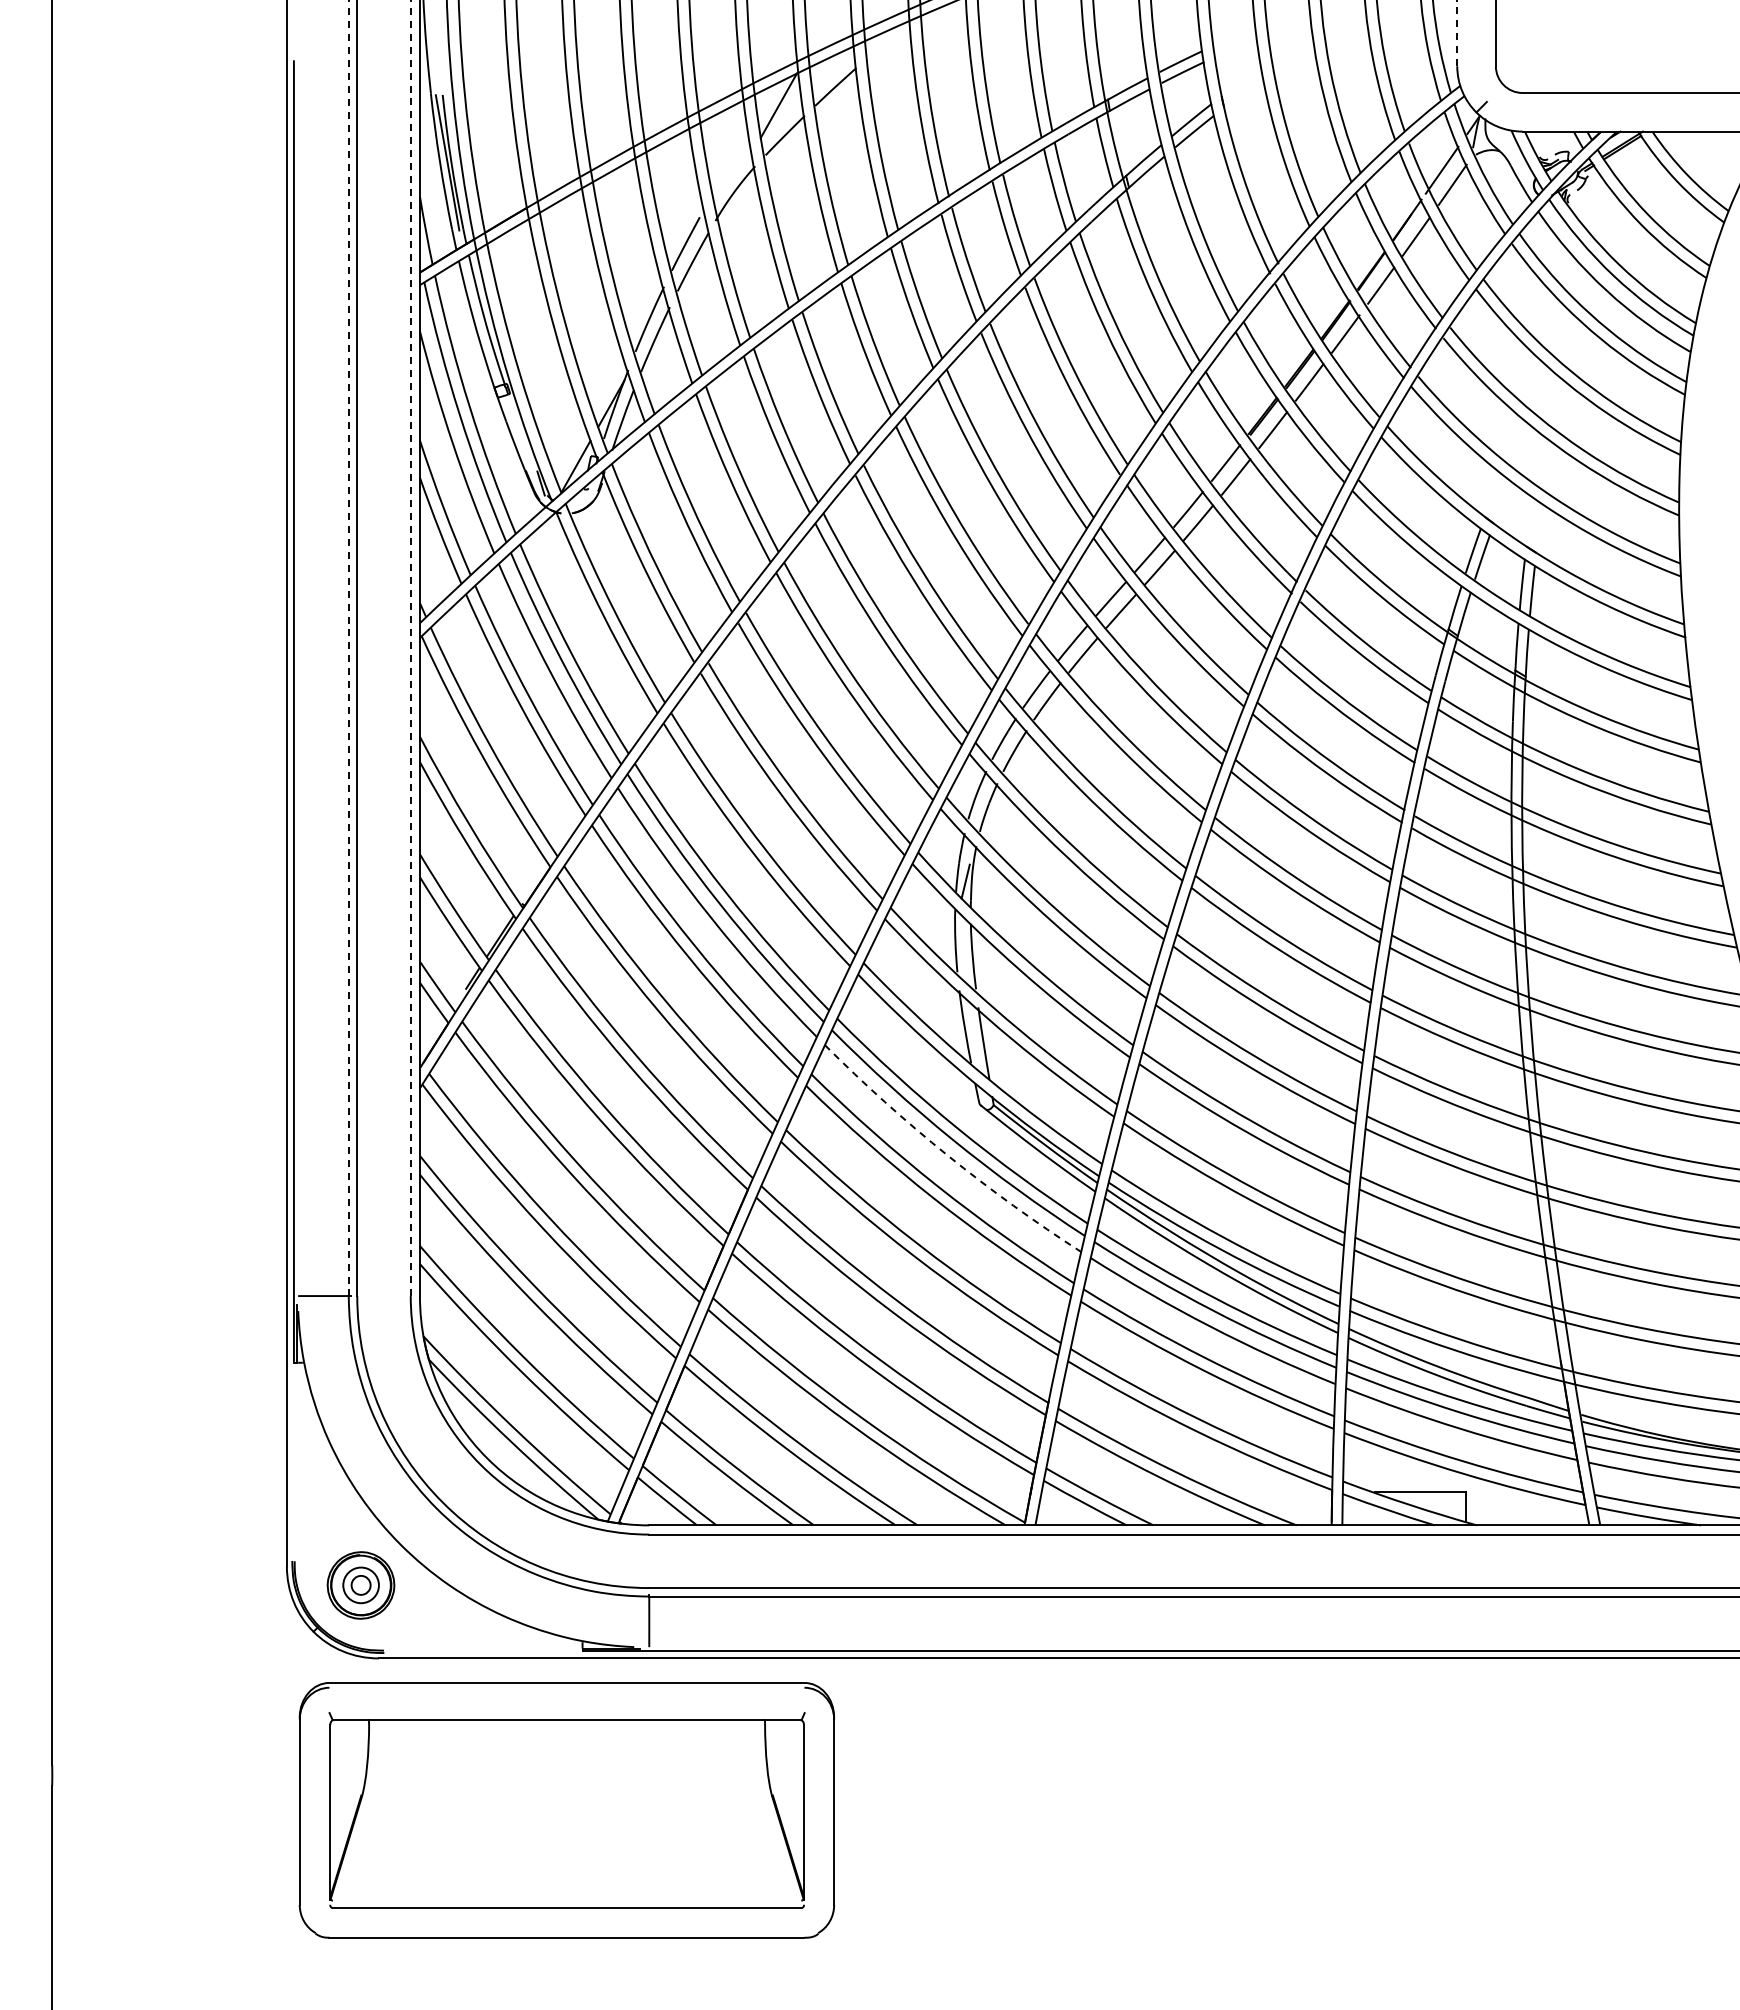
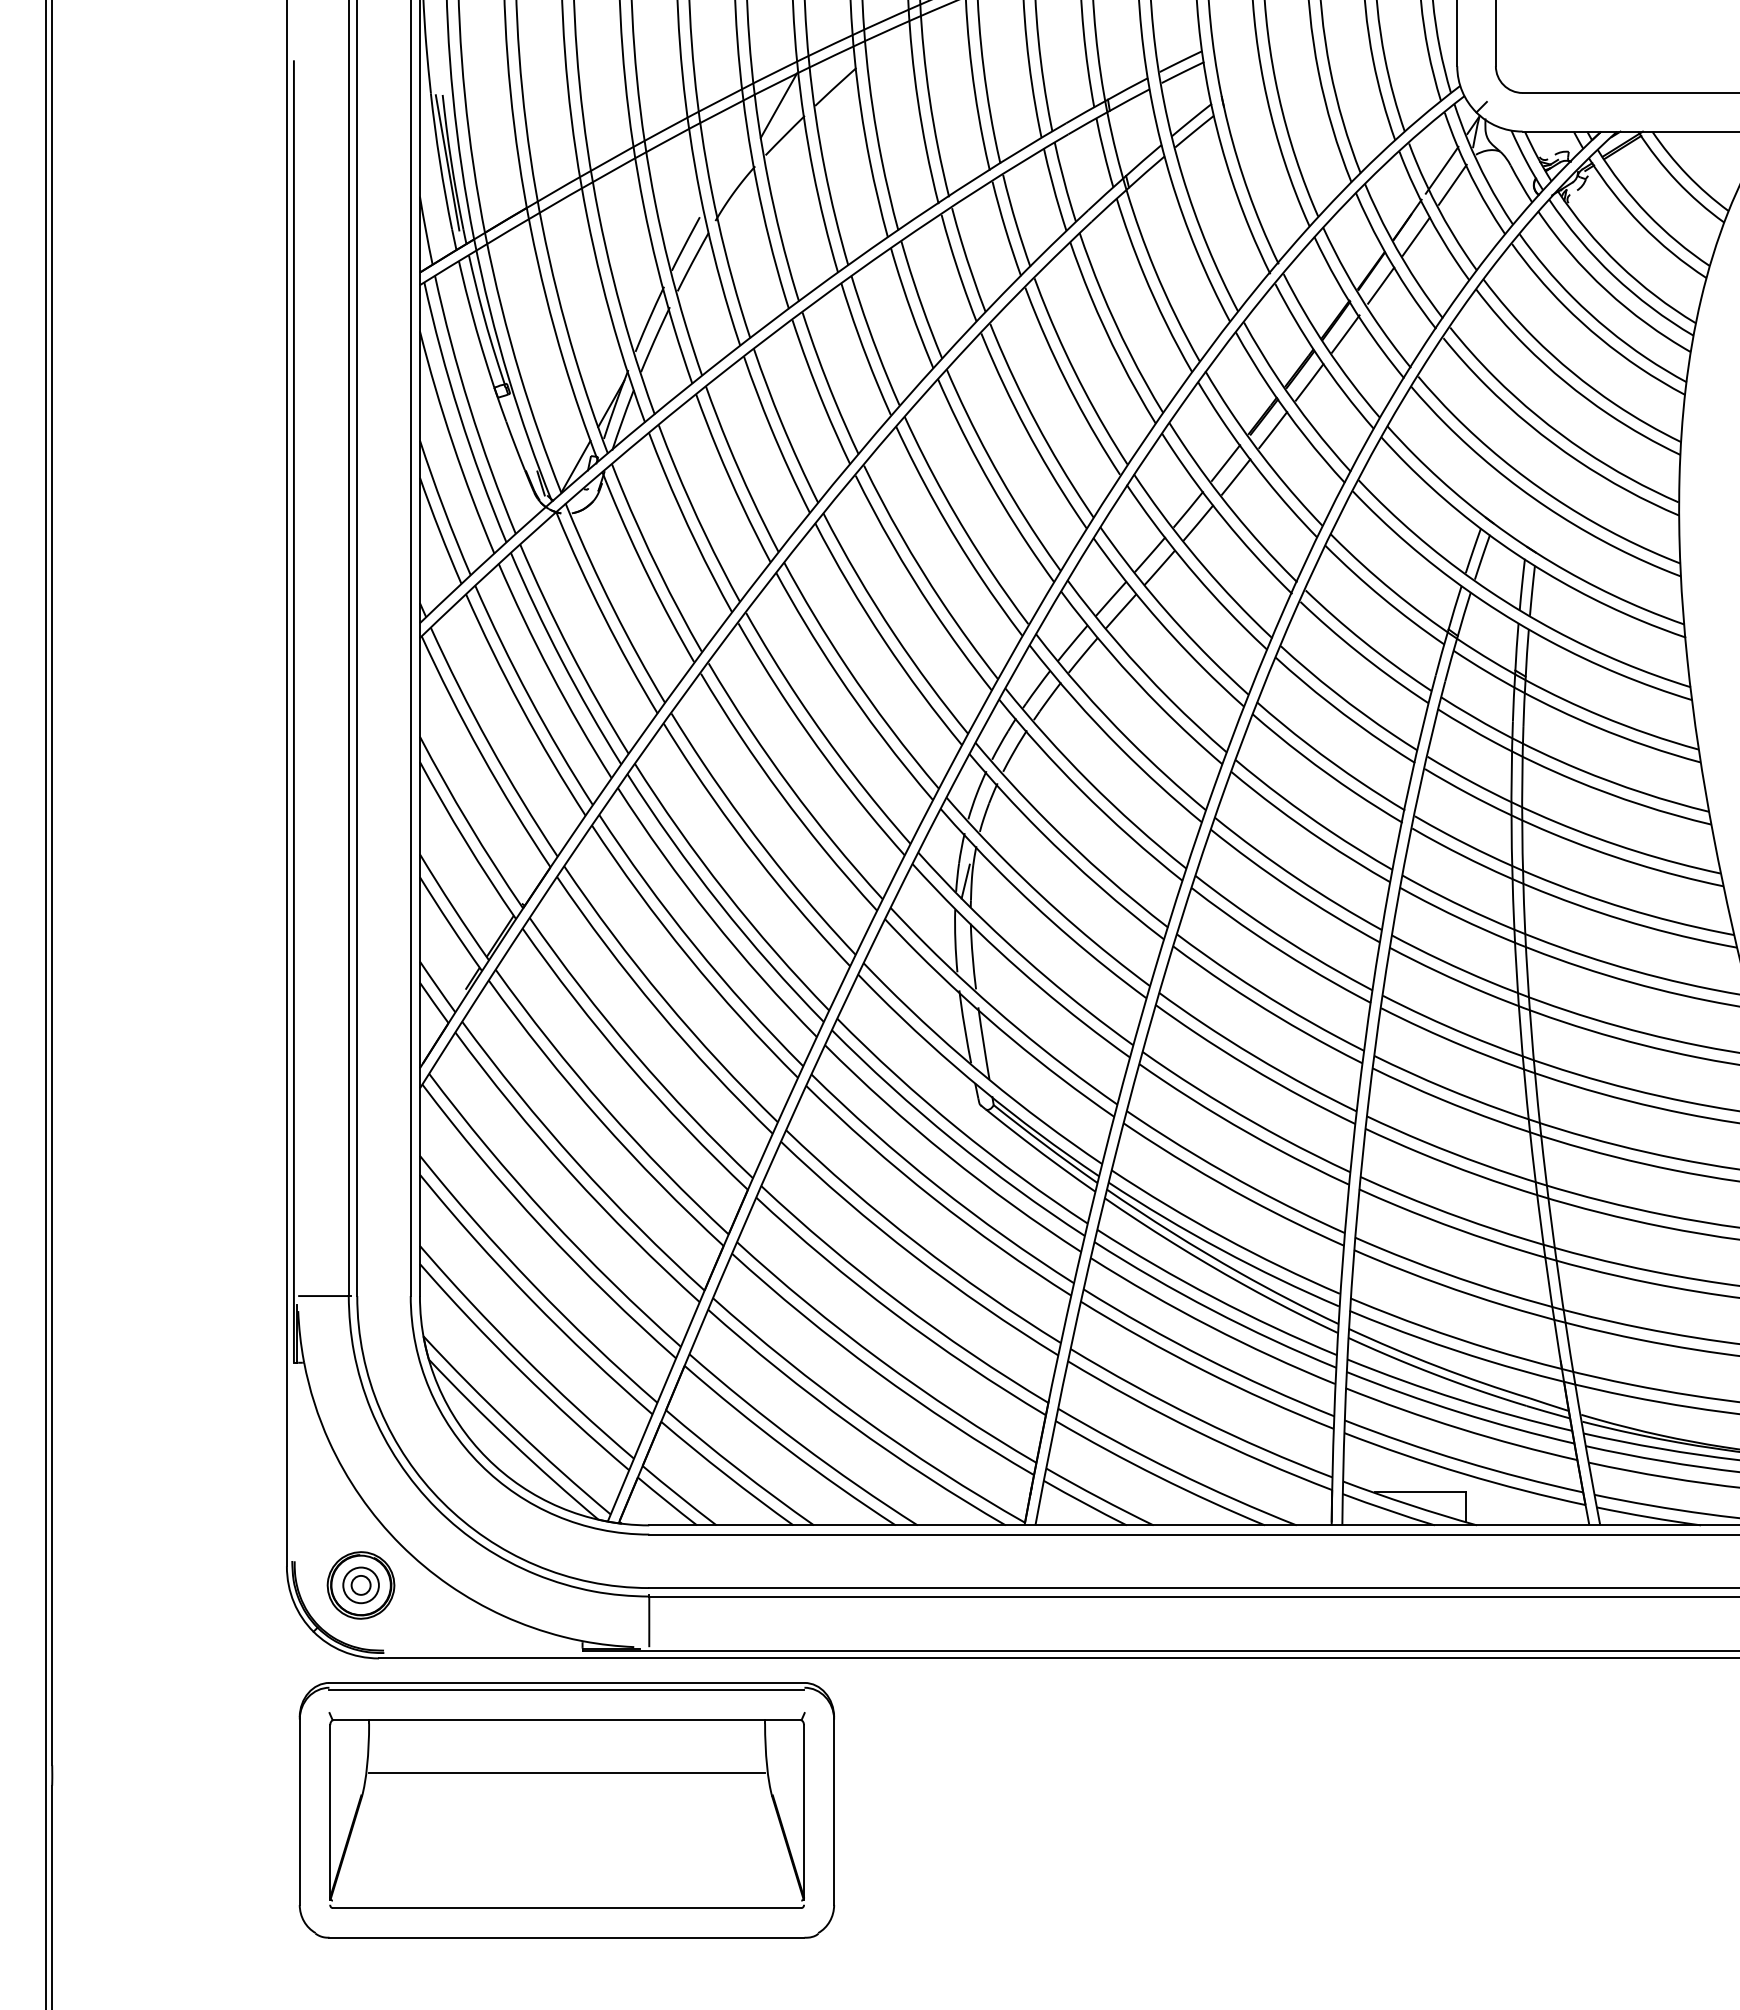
line at (1457, 33): dashed -> solid
line at (348, 648): dashed -> solid
line at (410, 648): dashed -> solid
line at (46, 1004): none -> present
arc at (947, 1155): dashed -> solid
line at (566, 1690): none -> present
line at (566, 1773): none -> present
